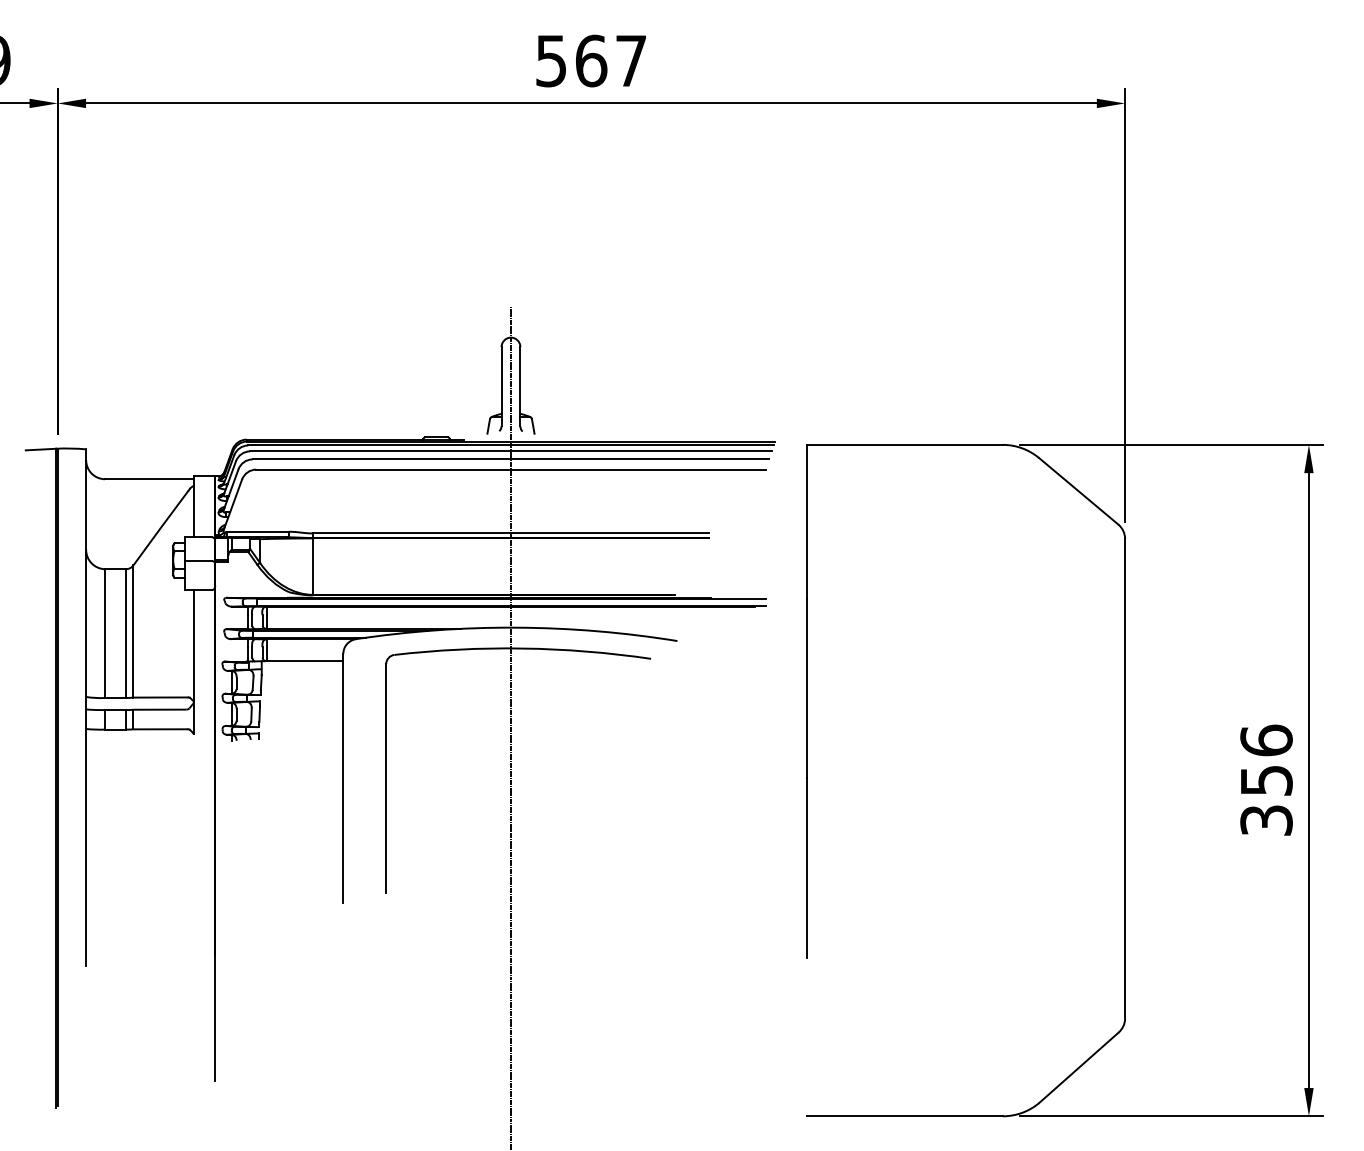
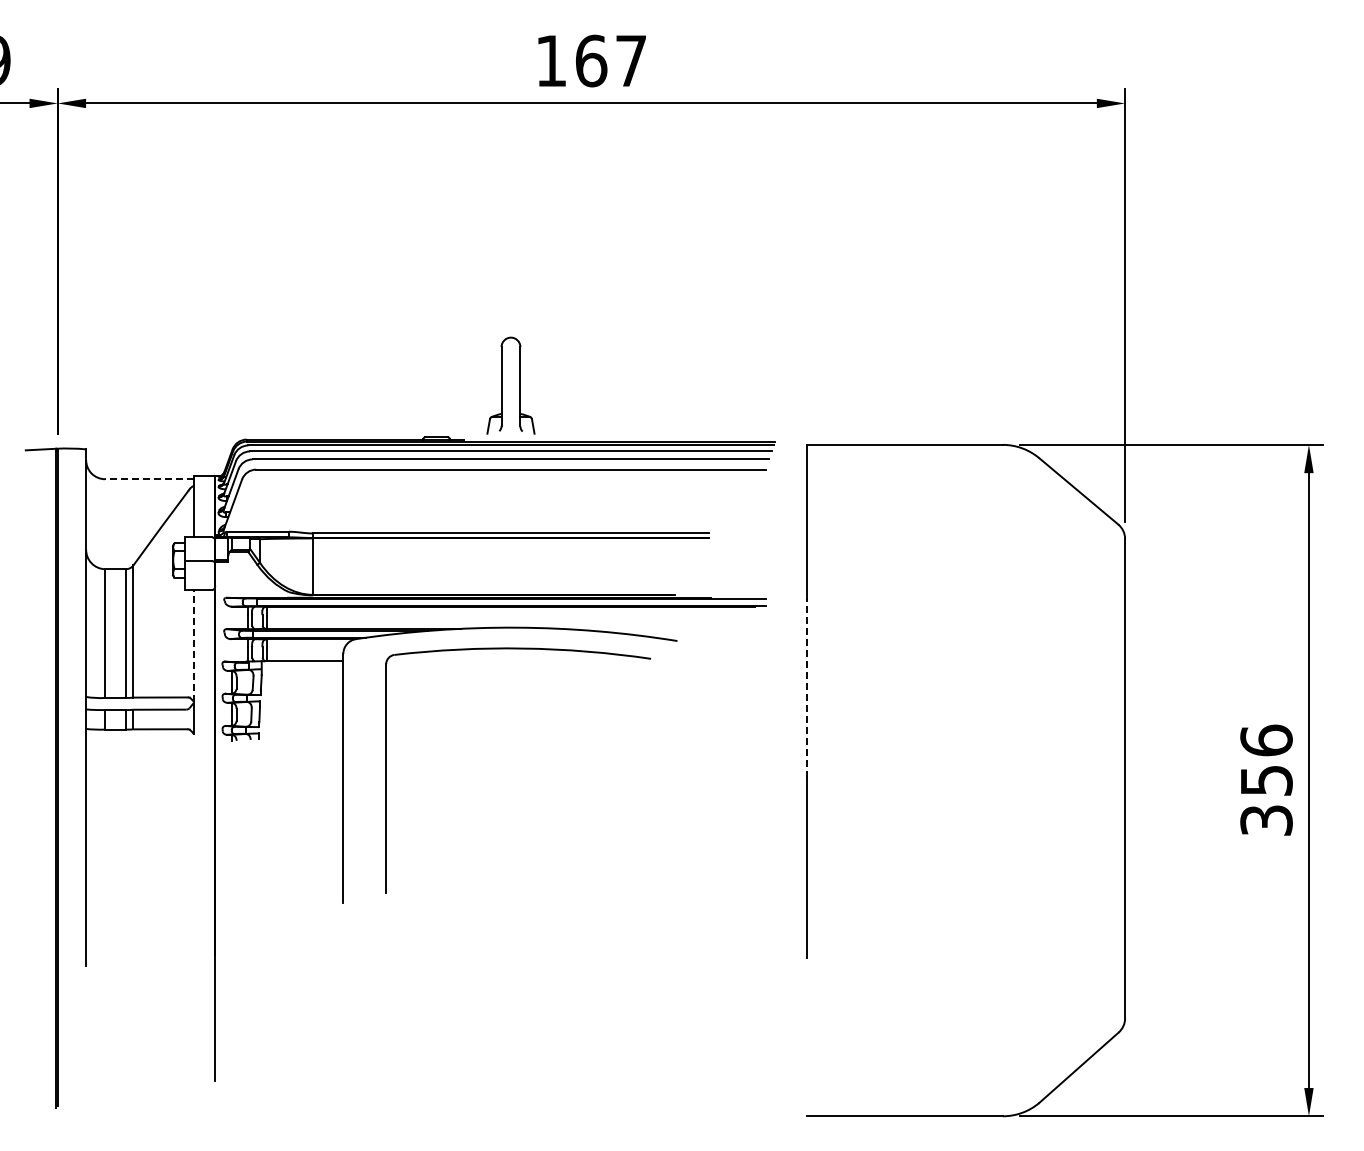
text at (550, 61): 567 -> 167
line at (148, 479): solid -> dashed
line at (193, 646): solid -> dashed
line at (806, 688): solid -> dashed
line at (510, 727): present -> none
